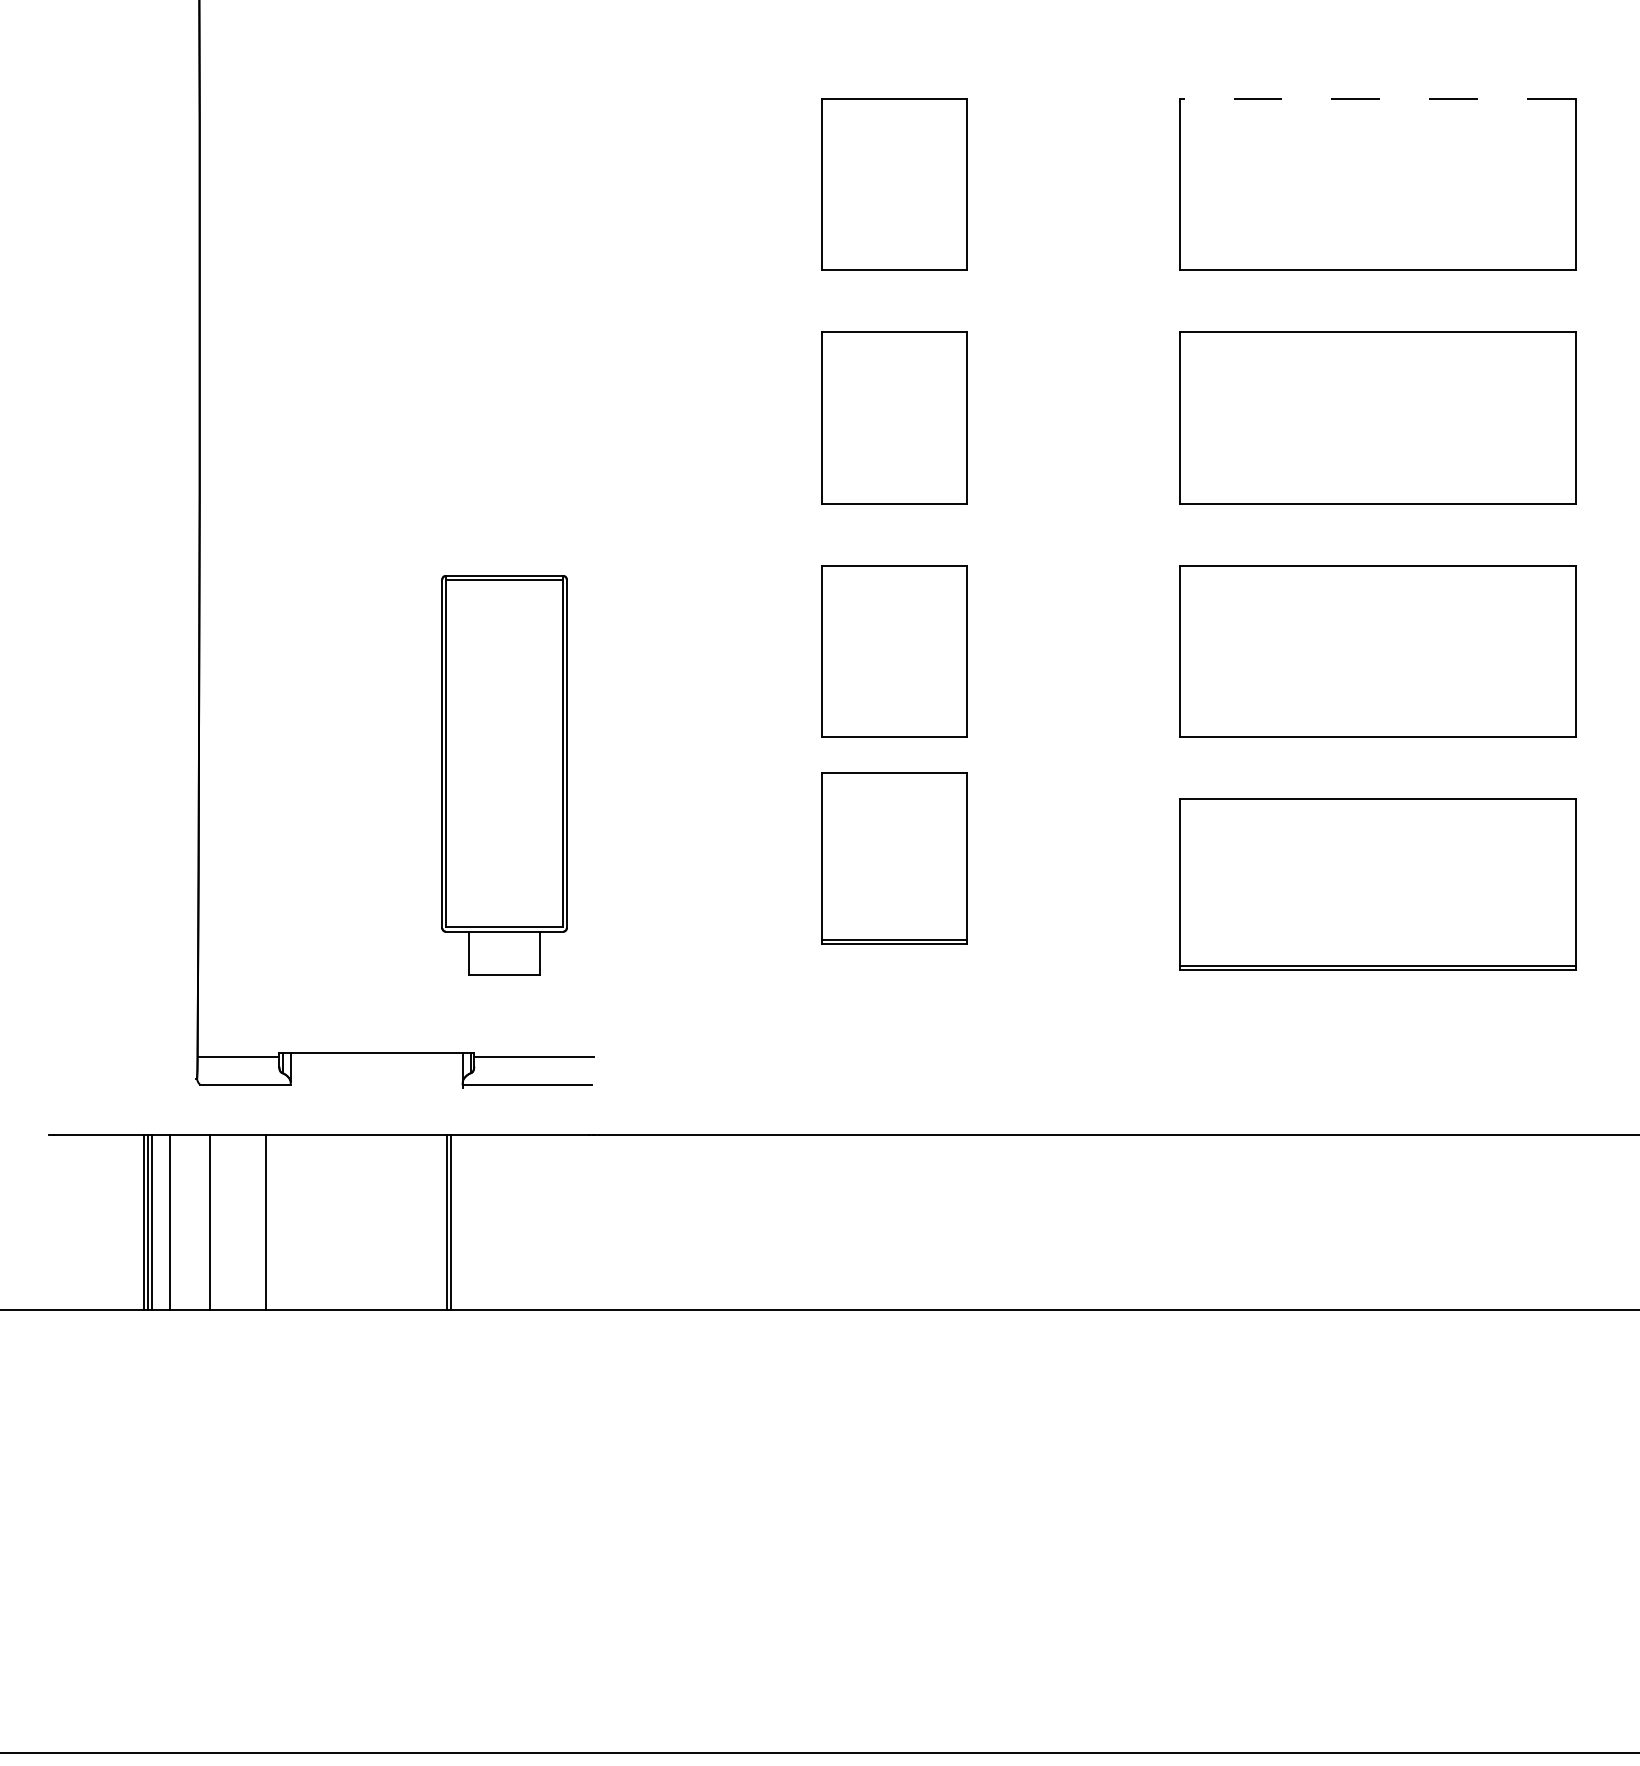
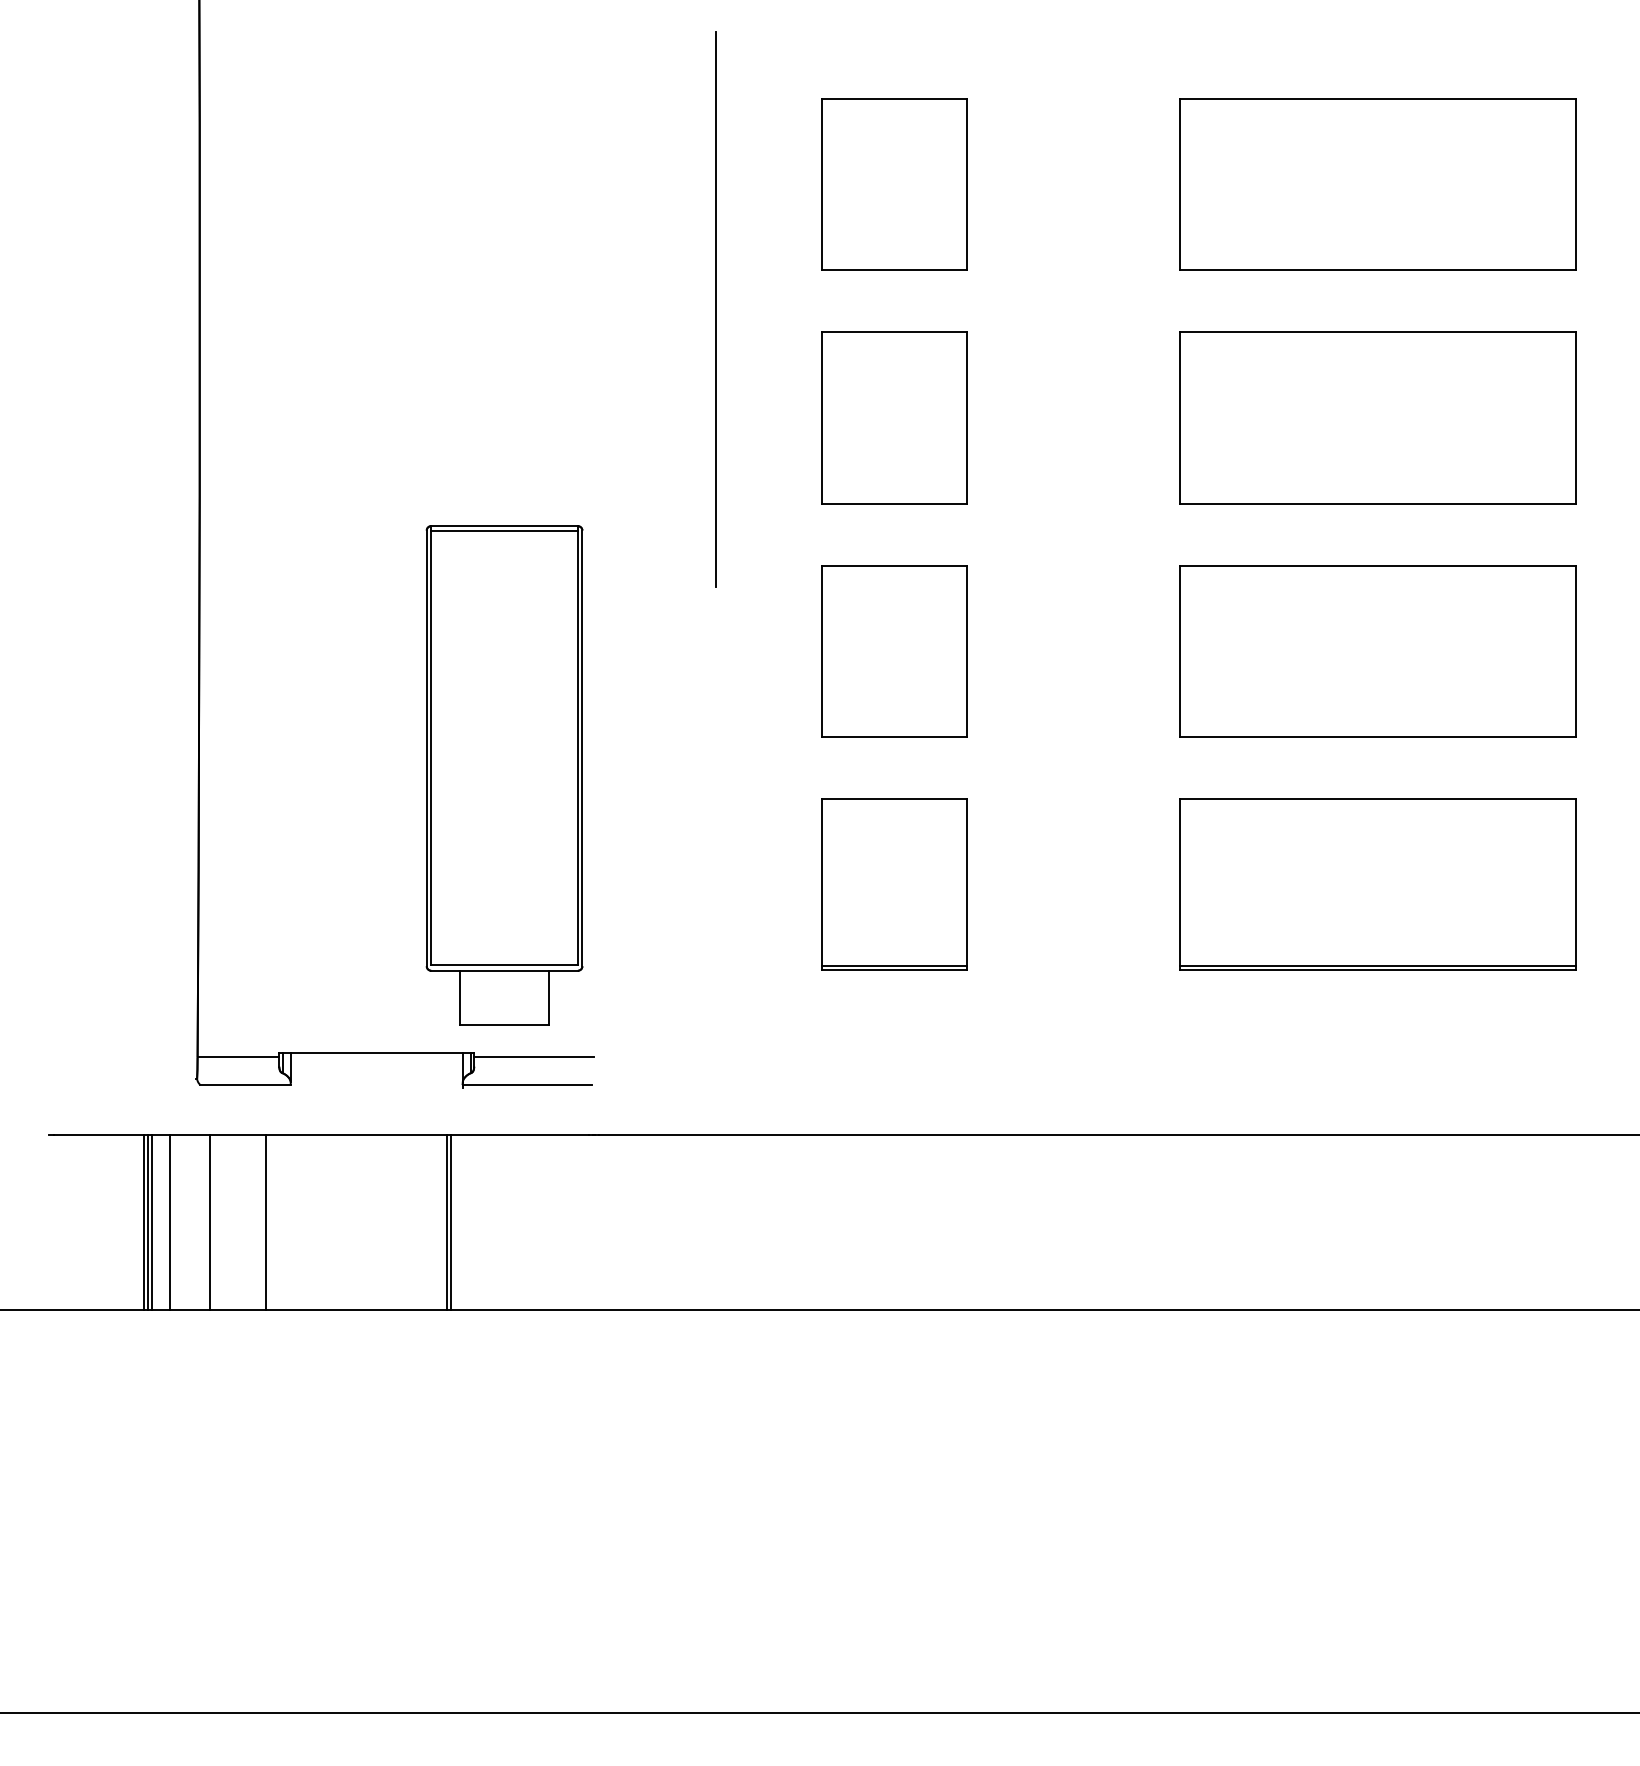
line at (1378, 98): dashed -> solid
line at (715, 308): none -> present
part at (504, 775) size: 127x401 px -> 159x501 px
part at (894, 858) position: (894, 858) -> (894, 884)
line at (819, 1753) position: (819, 1753) -> (819, 1713)
